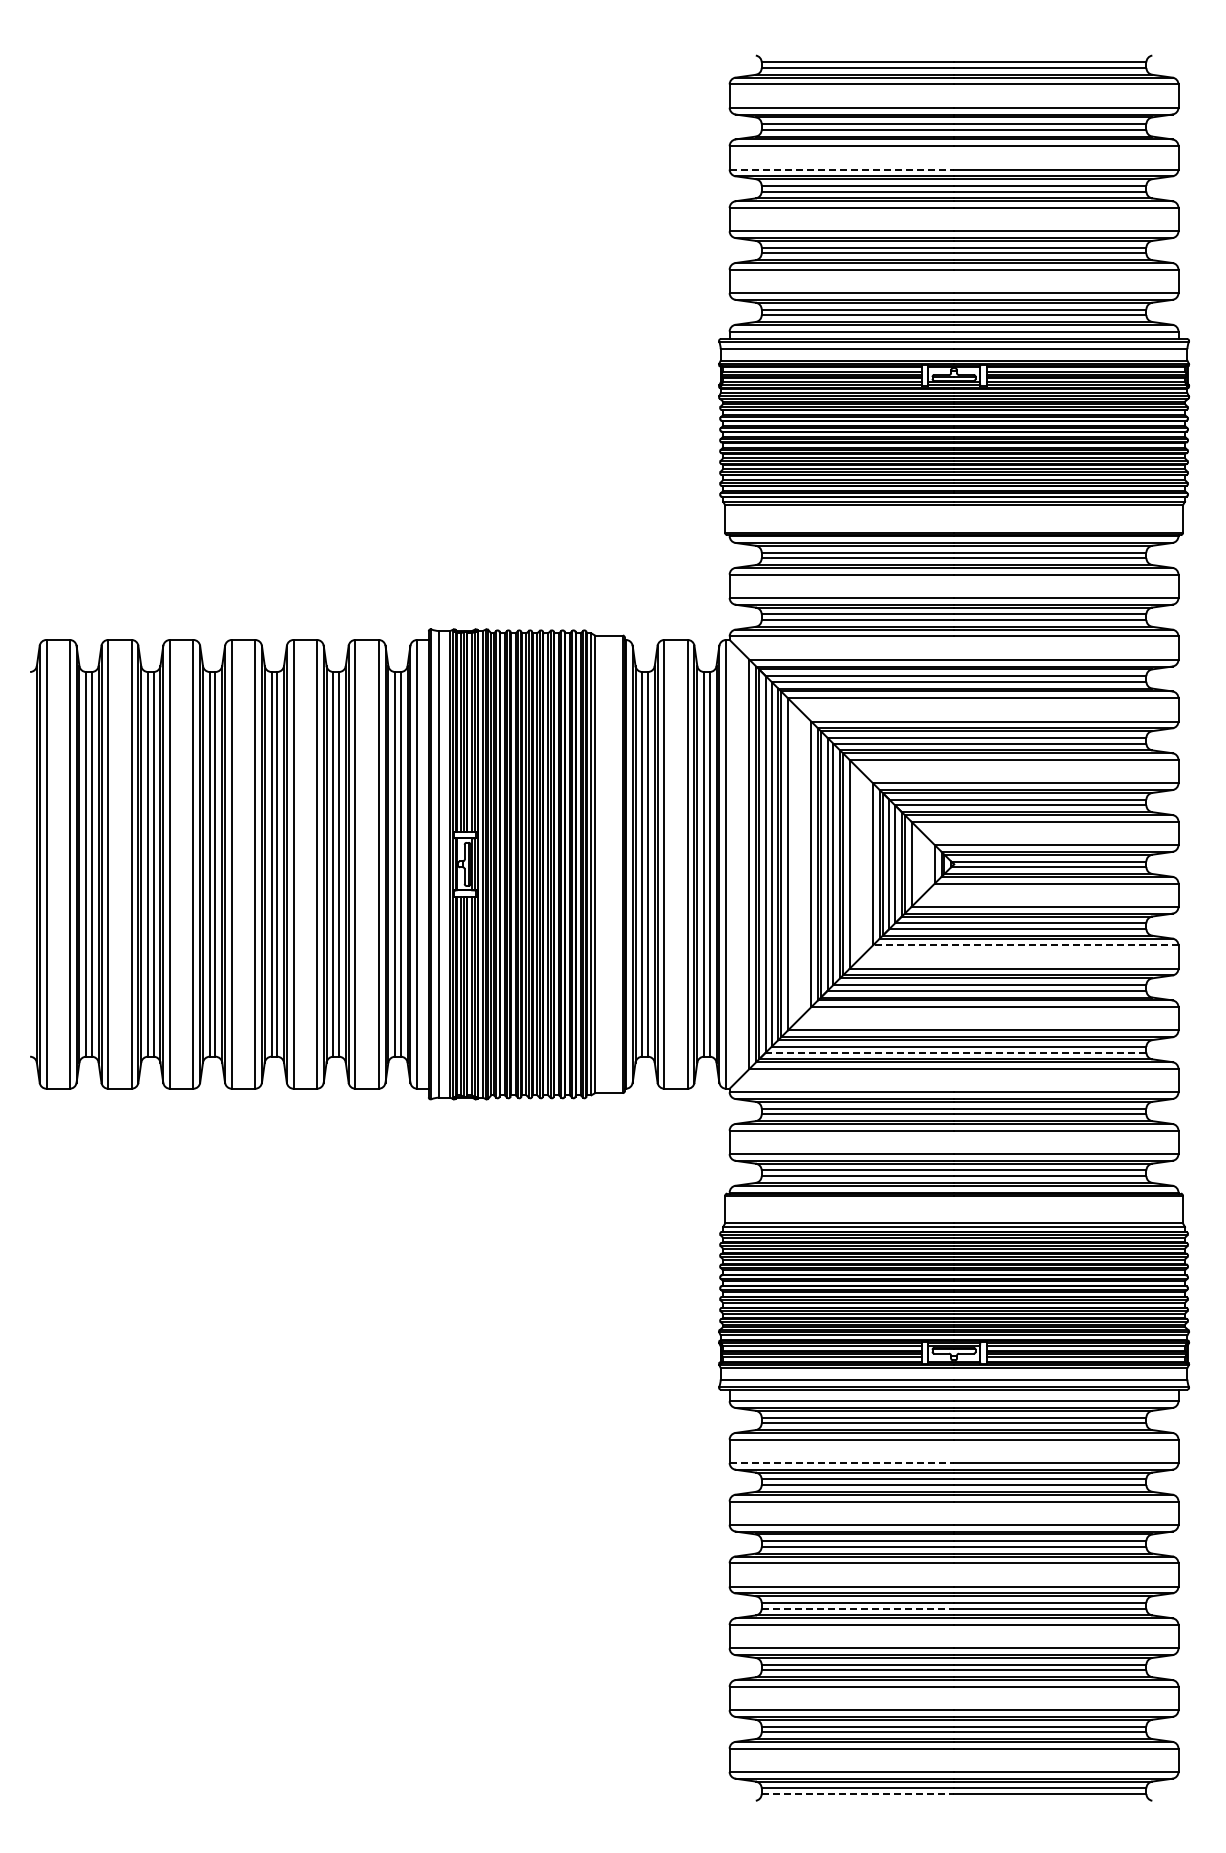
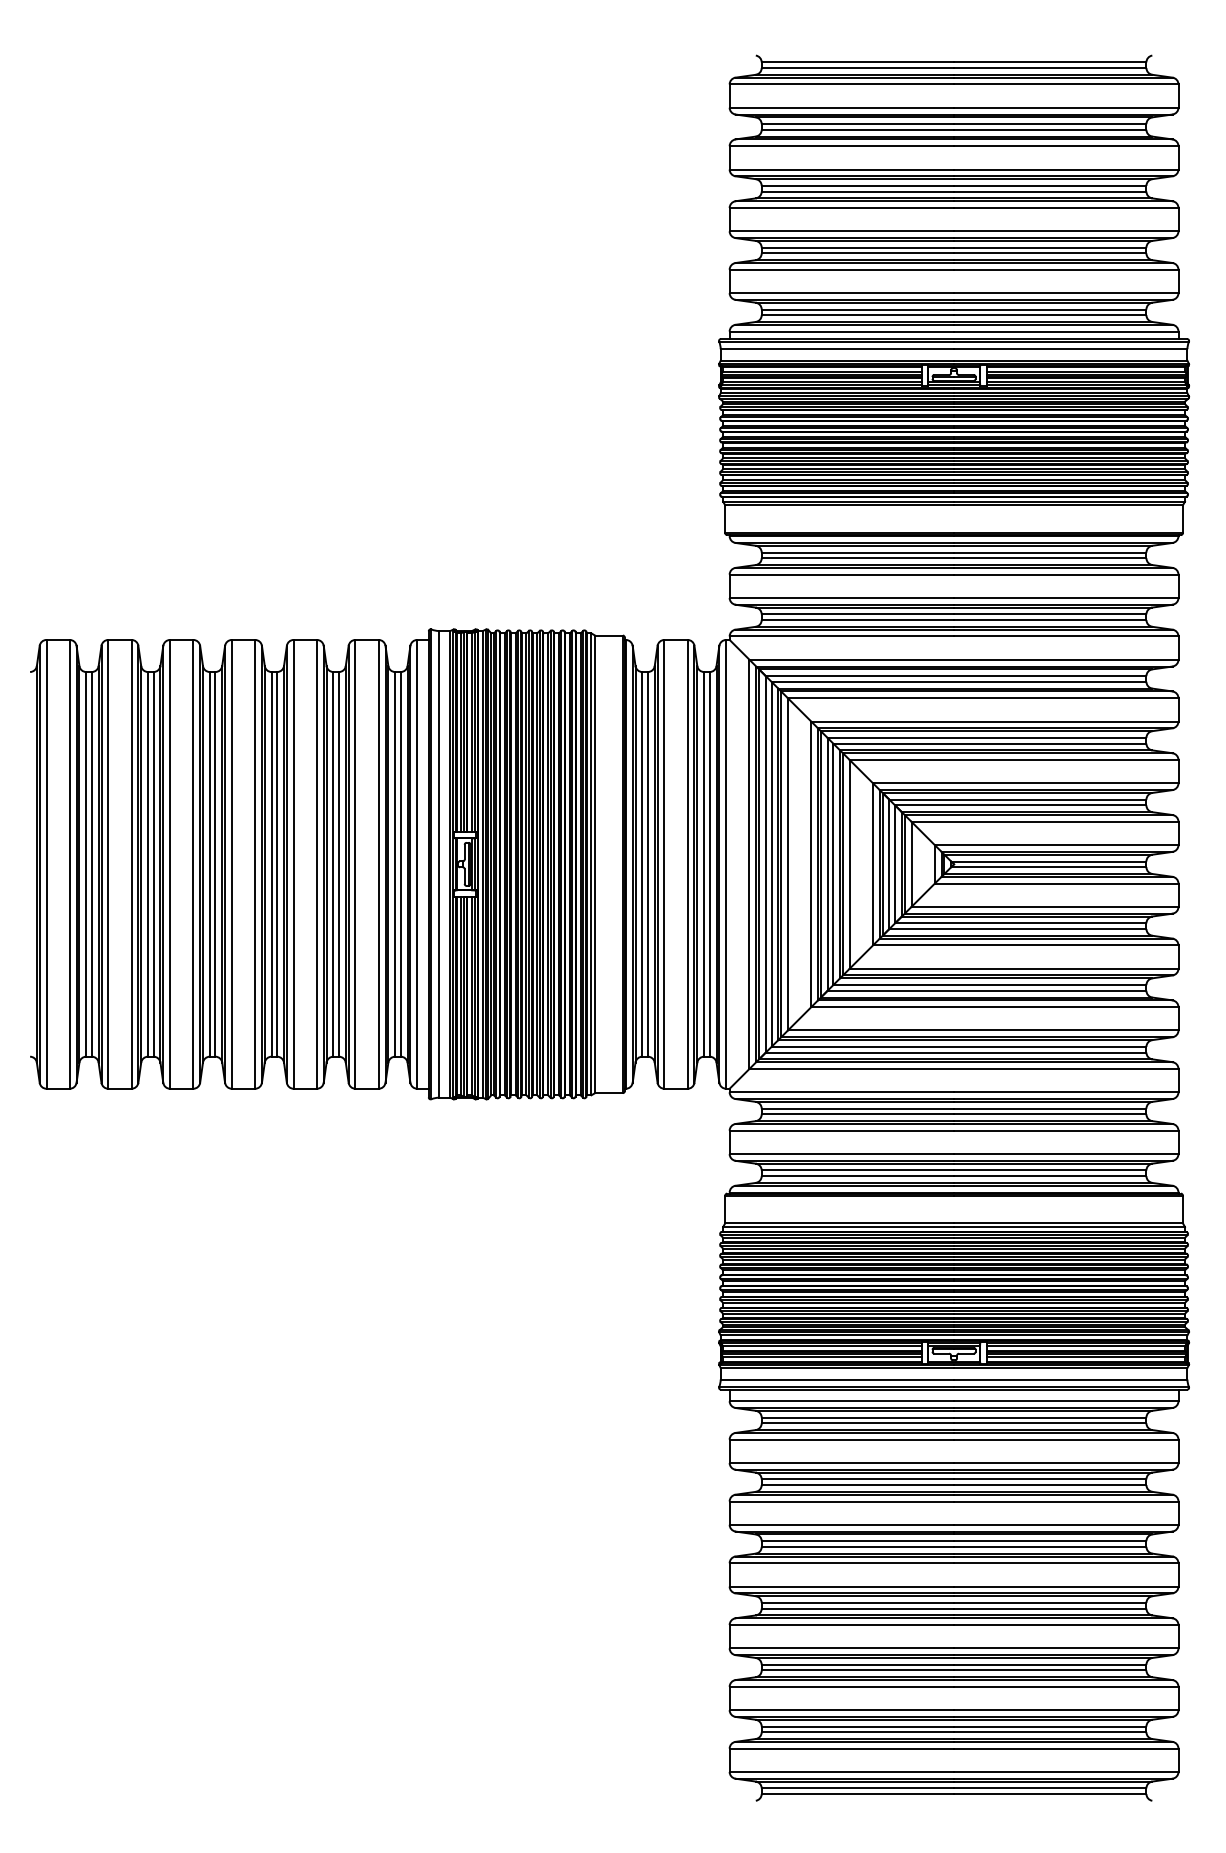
line at (842, 169): dashed -> solid
line at (1025, 945): dashed -> solid
line at (955, 1052): dashed -> solid
line at (842, 1462): dashed -> solid
line at (858, 1608): dashed -> solid
line at (858, 1794): dashed -> solid
